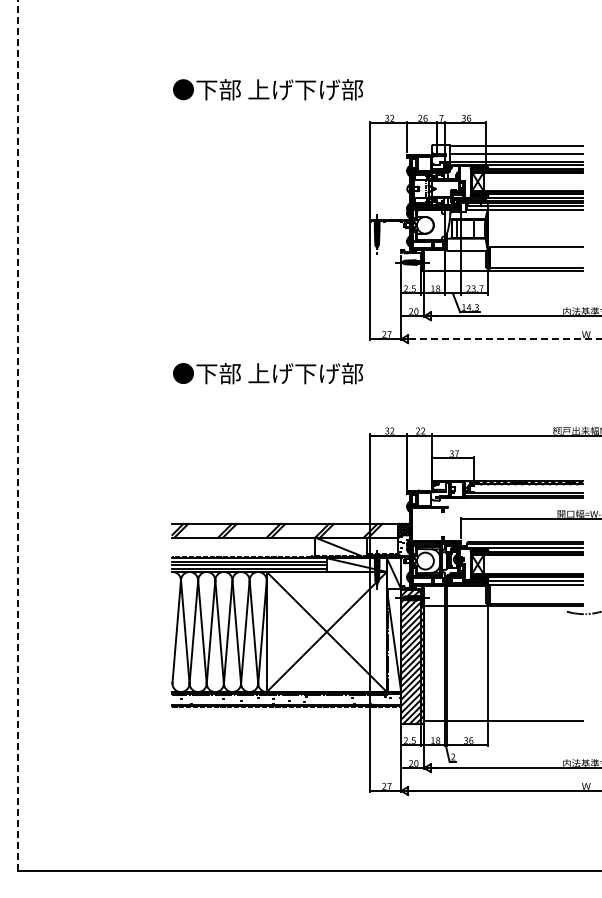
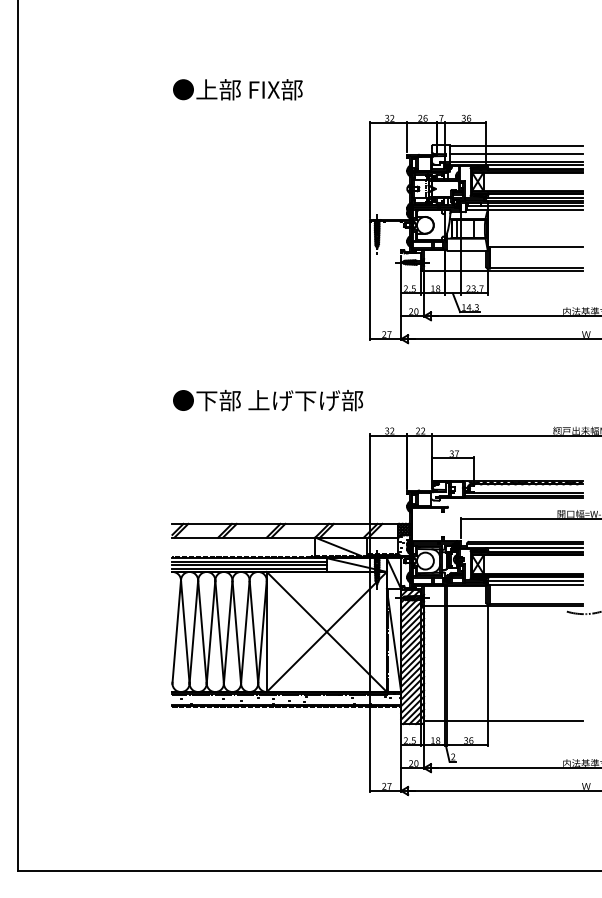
text at (279, 89): ●下部 上げ下げ部 -> ●上部 FIX部
line at (505, 339): dashed -> solid
text at (268, 373) position: (268, 373) -> (268, 400)
line at (18, 435): dashed -> solid
